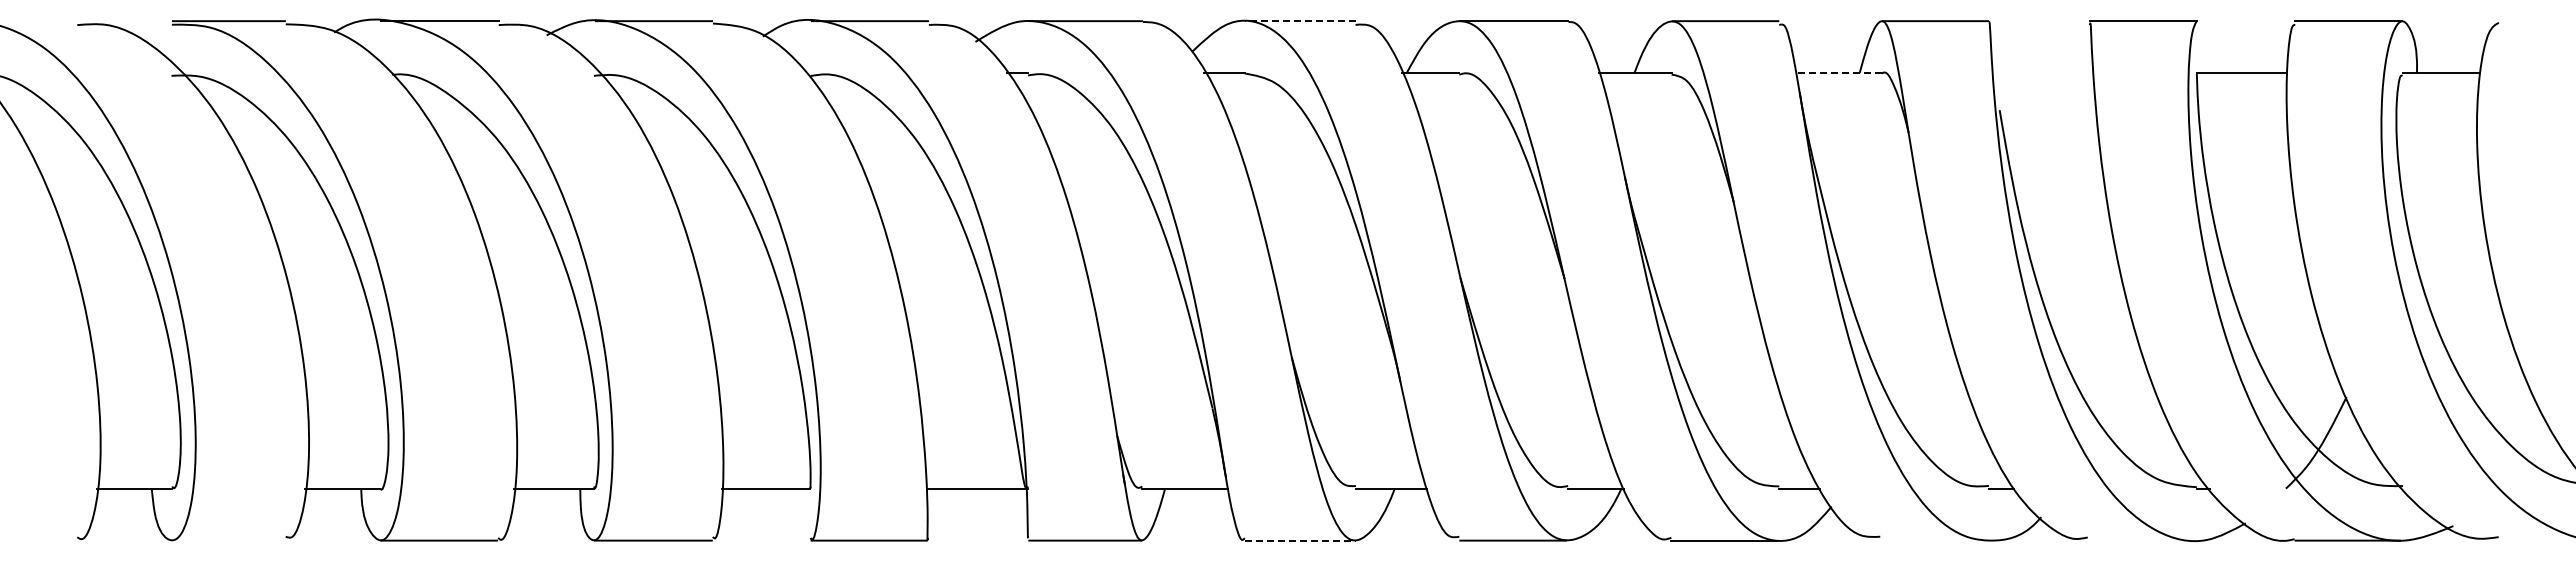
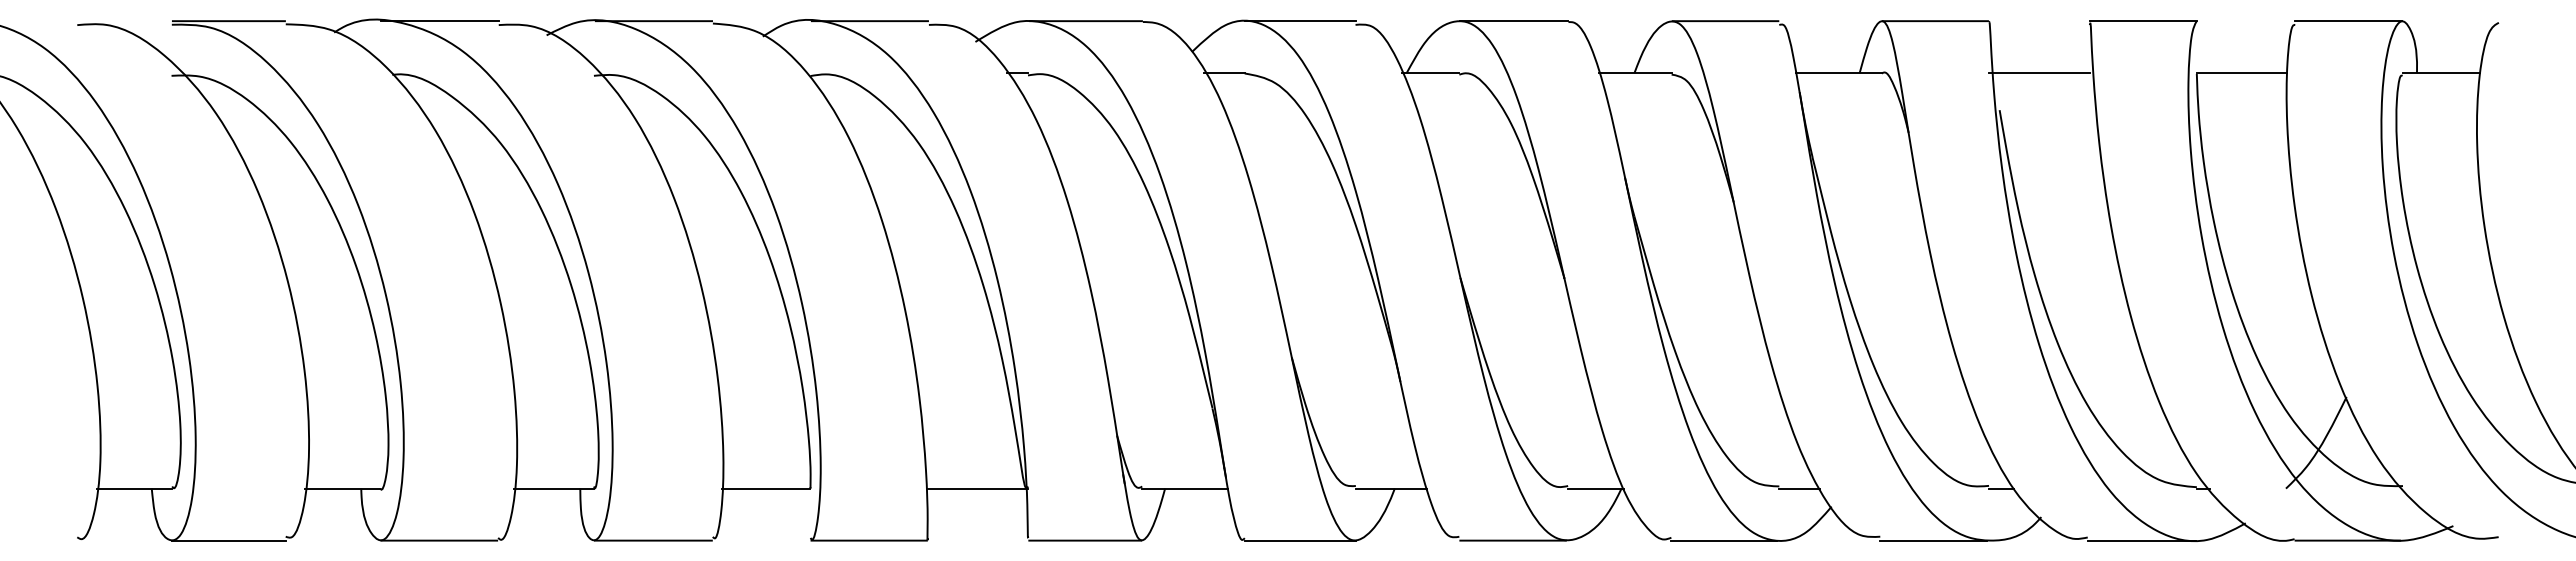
line at (1299, 21): dashed -> solid
line at (1839, 73): dashed -> solid
line at (2038, 73): none -> present
line at (228, 540): none -> present
line at (1300, 540): dashed -> solid
line at (1933, 540): none -> present
line at (2141, 540): none -> present
